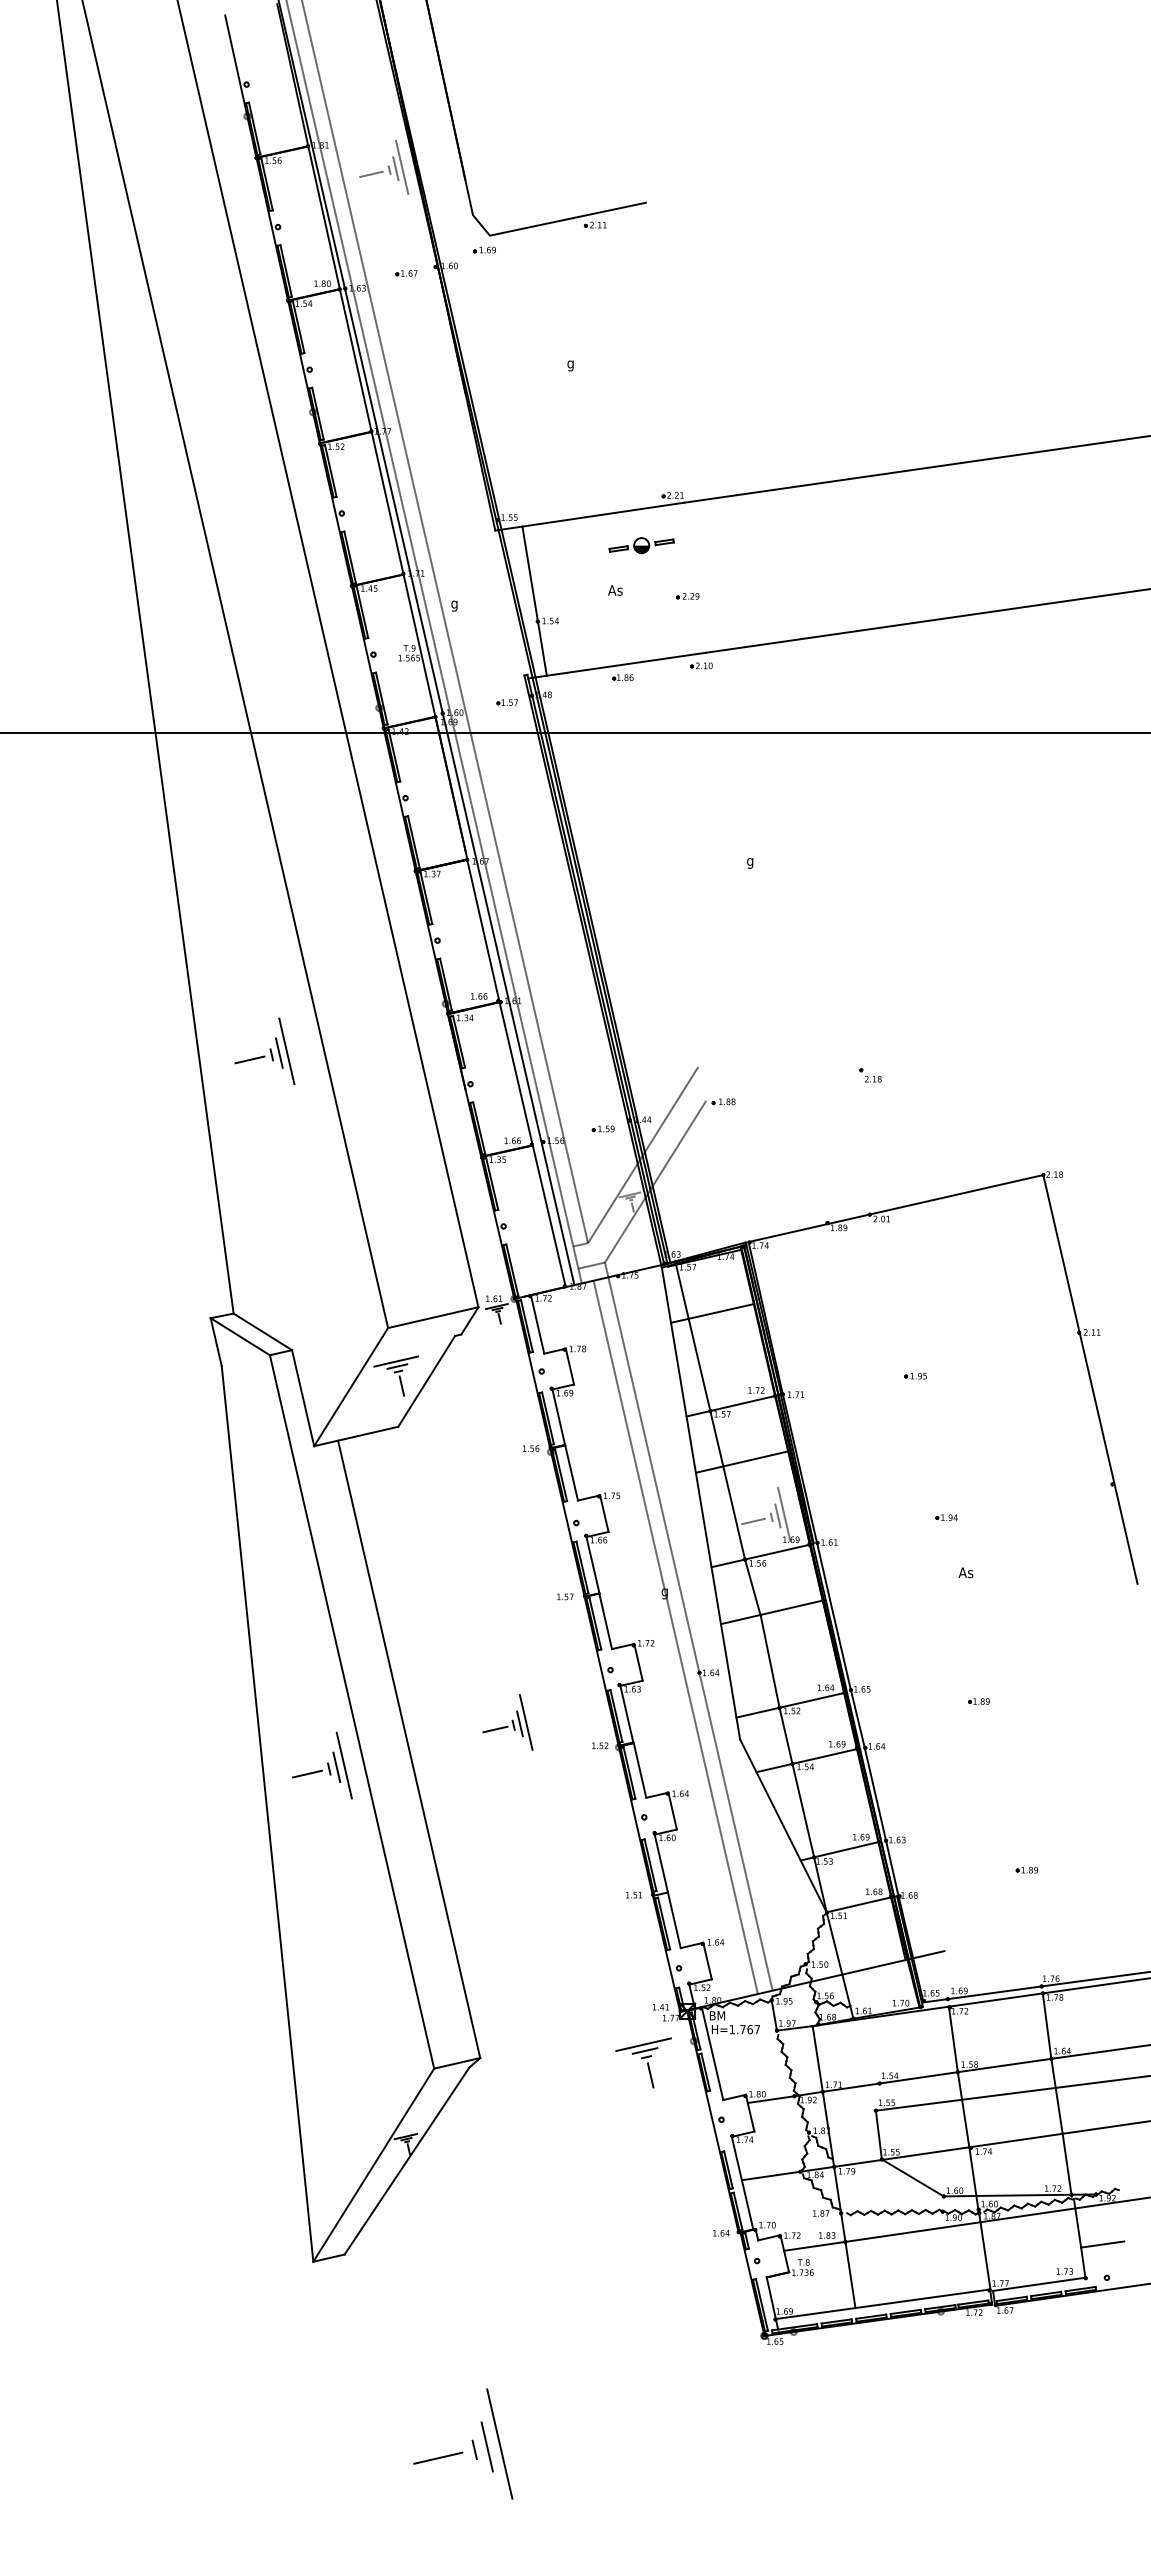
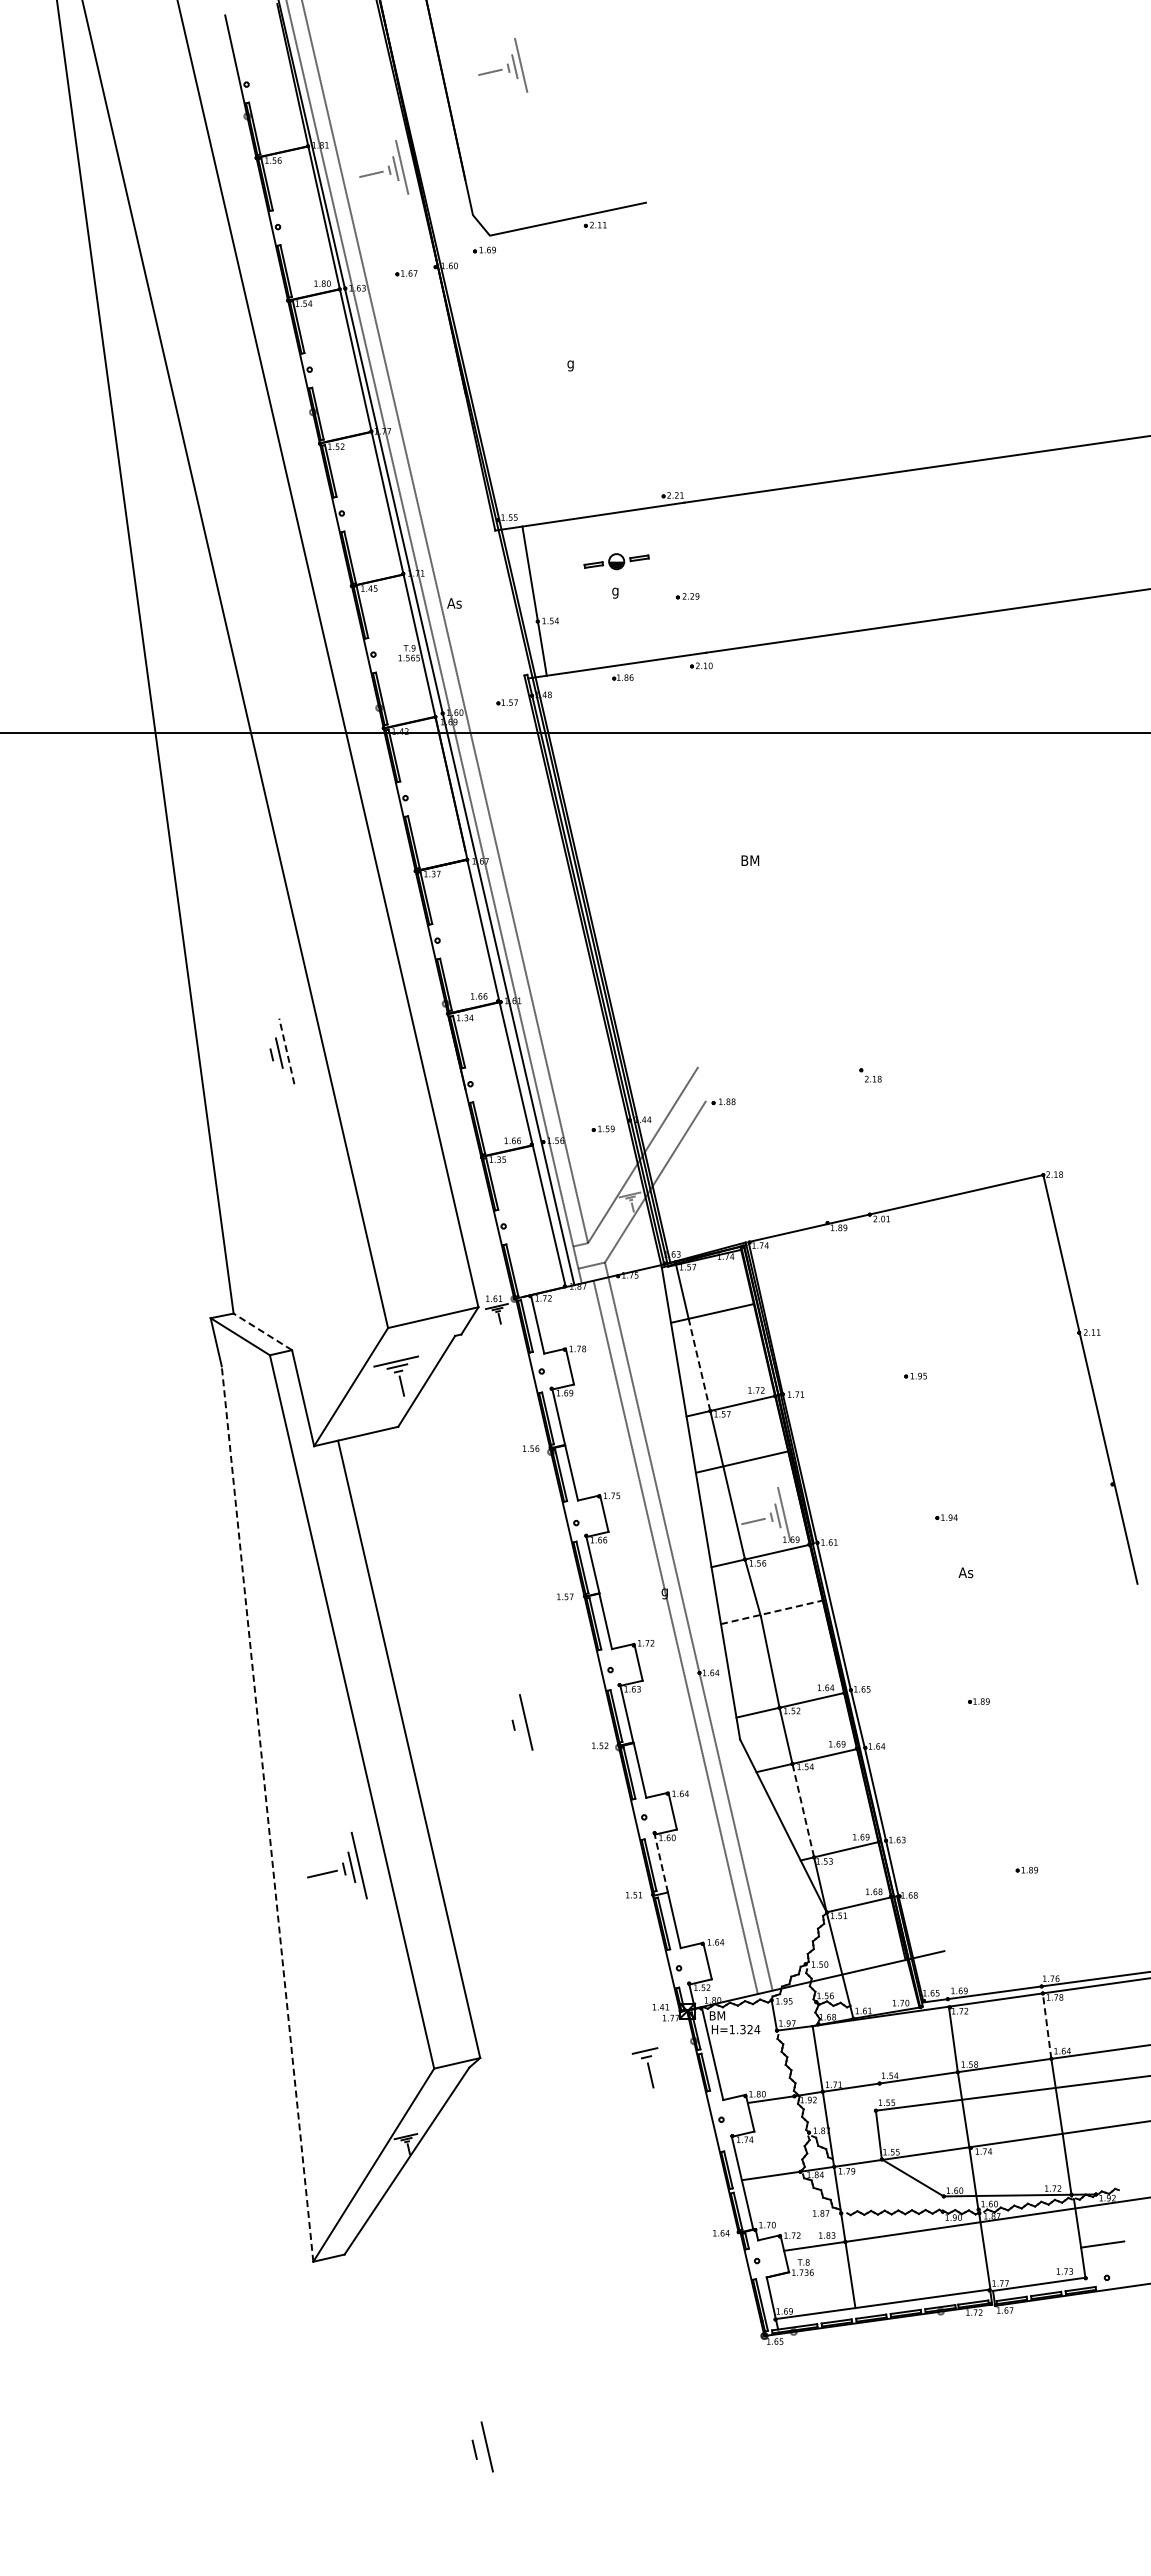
part at (503, 65): none -> present
part at (641, 545) position: (641, 545) -> (616, 561)
text at (615, 591): As -> g
text at (454, 604): g -> As
text at (750, 861): g -> BM
line at (286, 1051): solid -> dashed
line at (249, 1059): present -> none
line at (262, 1331): solid -> dashed
line at (699, 1364): solid -> dashed
line at (772, 1612): solid -> dashed
line at (519, 1723): present -> none
line at (495, 1729): present -> none
part at (322, 1765) position: (322, 1765) -> (337, 1865)
line at (803, 1810): solid -> dashed
line at (267, 1813): solid -> dashed
line at (661, 1863): solid -> dashed
line at (1047, 2026): solid -> dashed
text at (750, 2029): H=1.767 -> H=1.324
line at (643, 2044): present -> none
line at (499, 2443): present -> none
line at (438, 2457): present -> none
